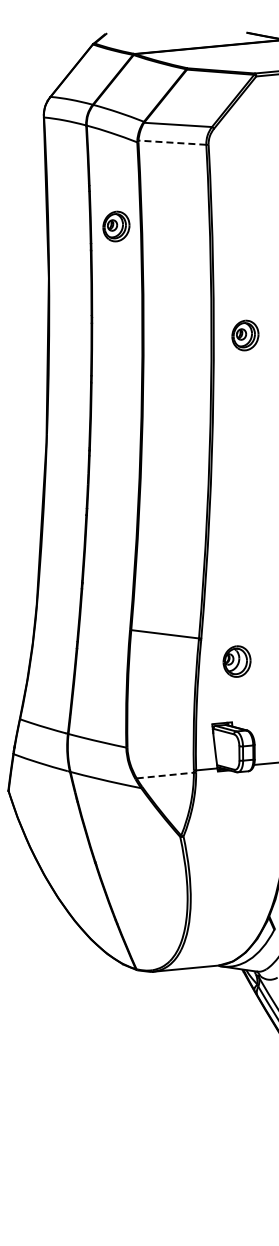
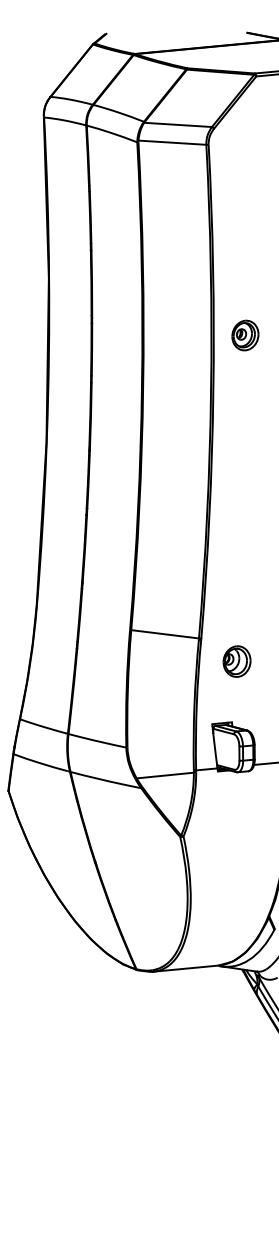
line at (172, 142): dashed -> solid
part at (116, 226): present -> none
line at (165, 775): dashed -> solid
